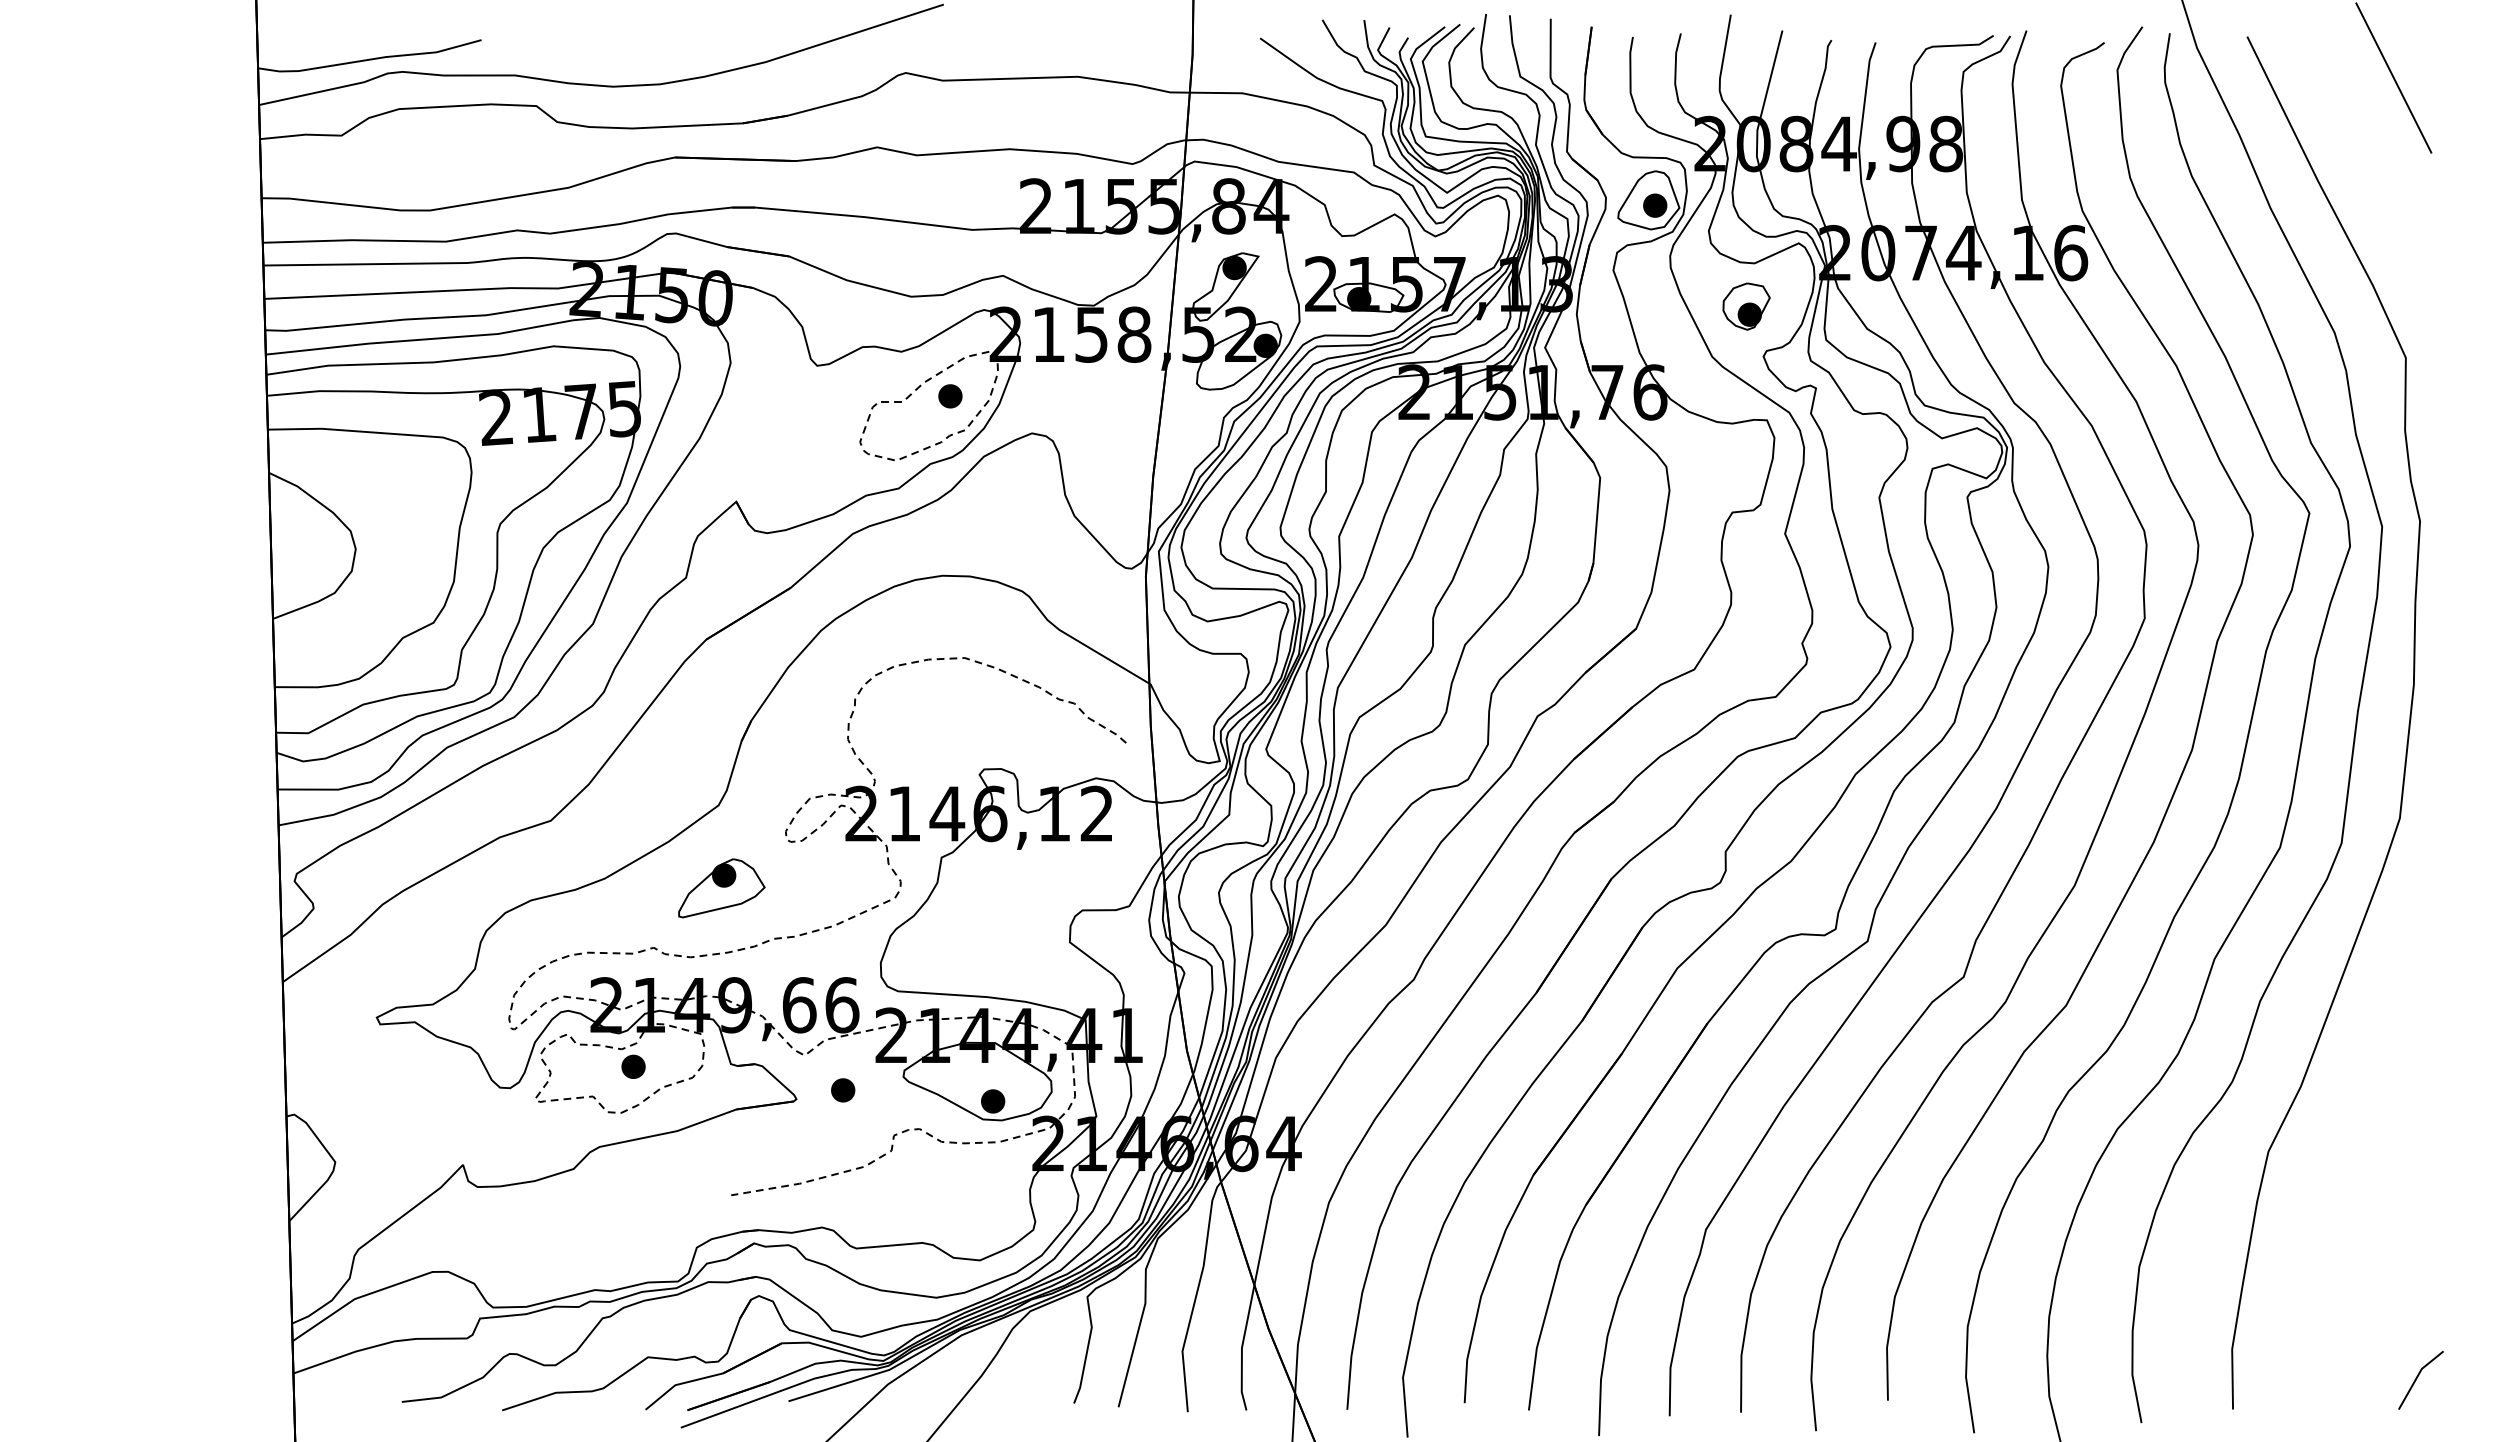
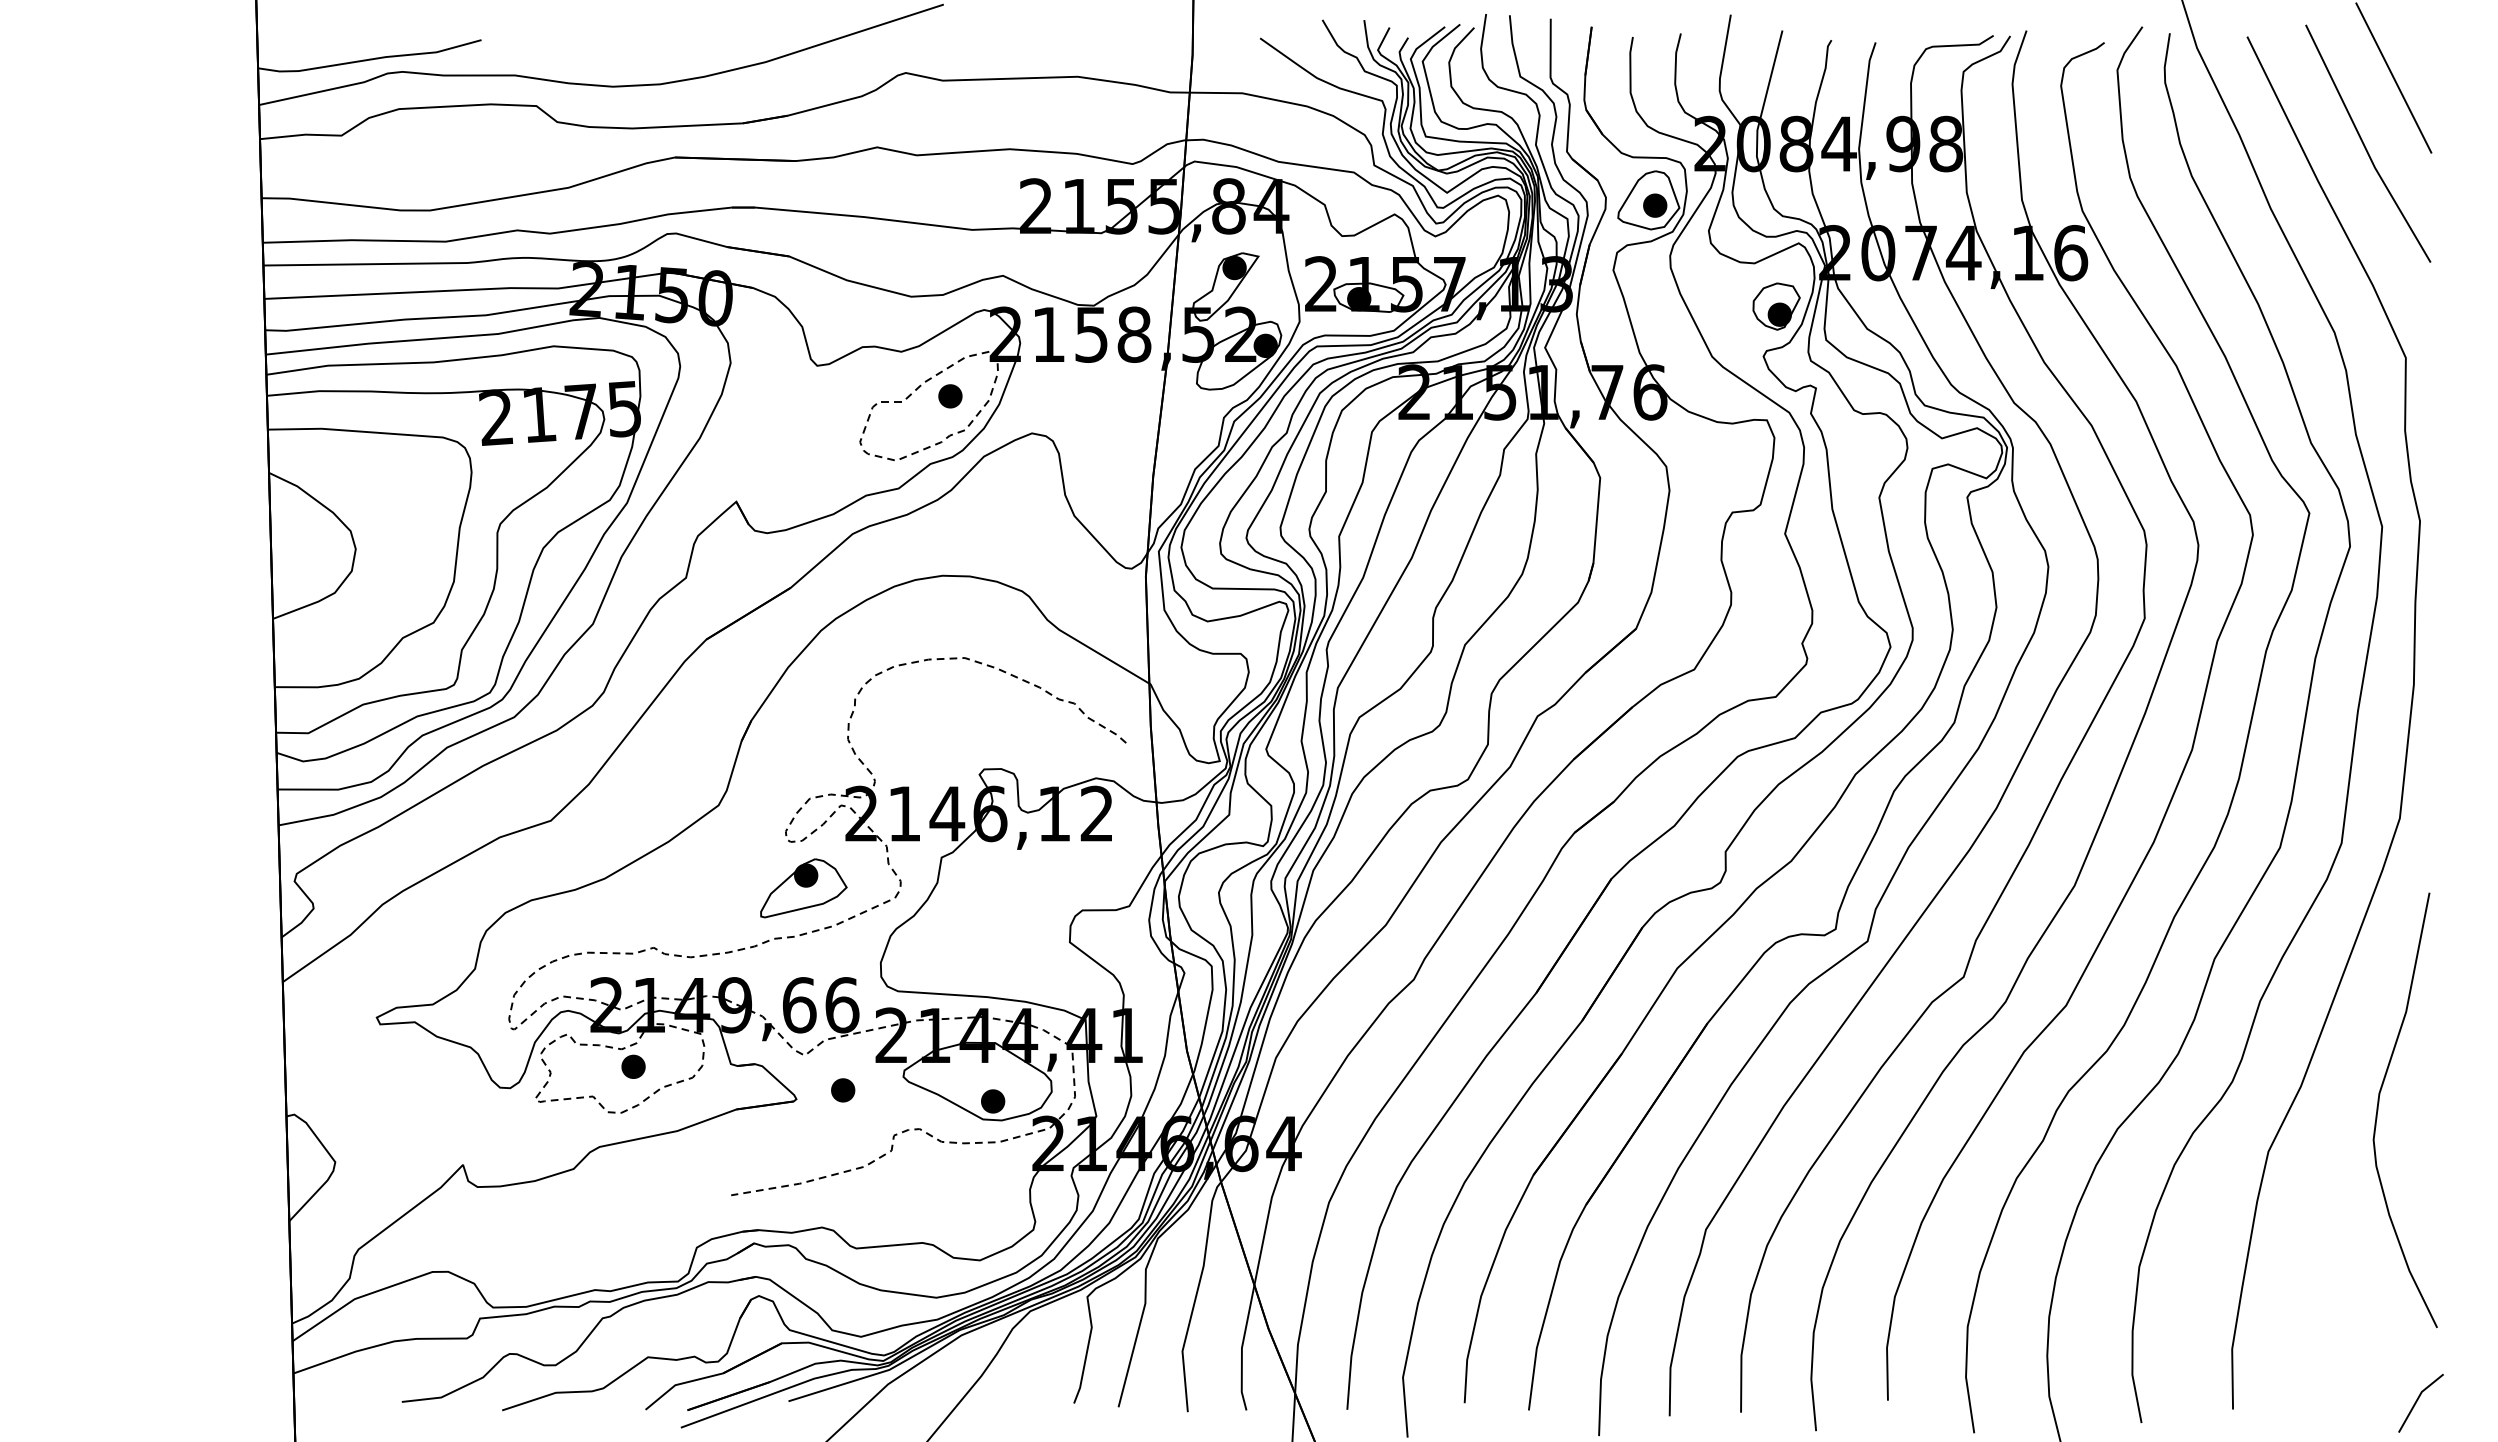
line at (2365, 145): none -> present
part at (1746, 306) position: (1746, 306) -> (1776, 306)
part at (721, 888) position: (721, 888) -> (803, 888)
curve at (2379, 1103): none -> present
line at (2418, 1377) position: (2418, 1377) -> (2418, 1400)
